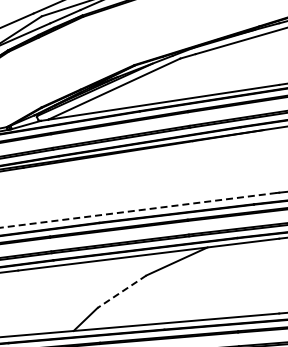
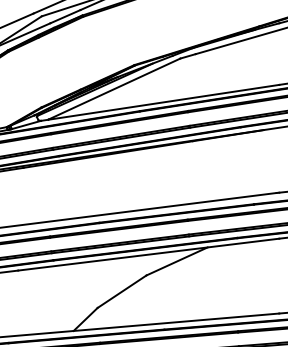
line at (137, 210): dashed -> solid
line at (121, 291): dashed -> solid
